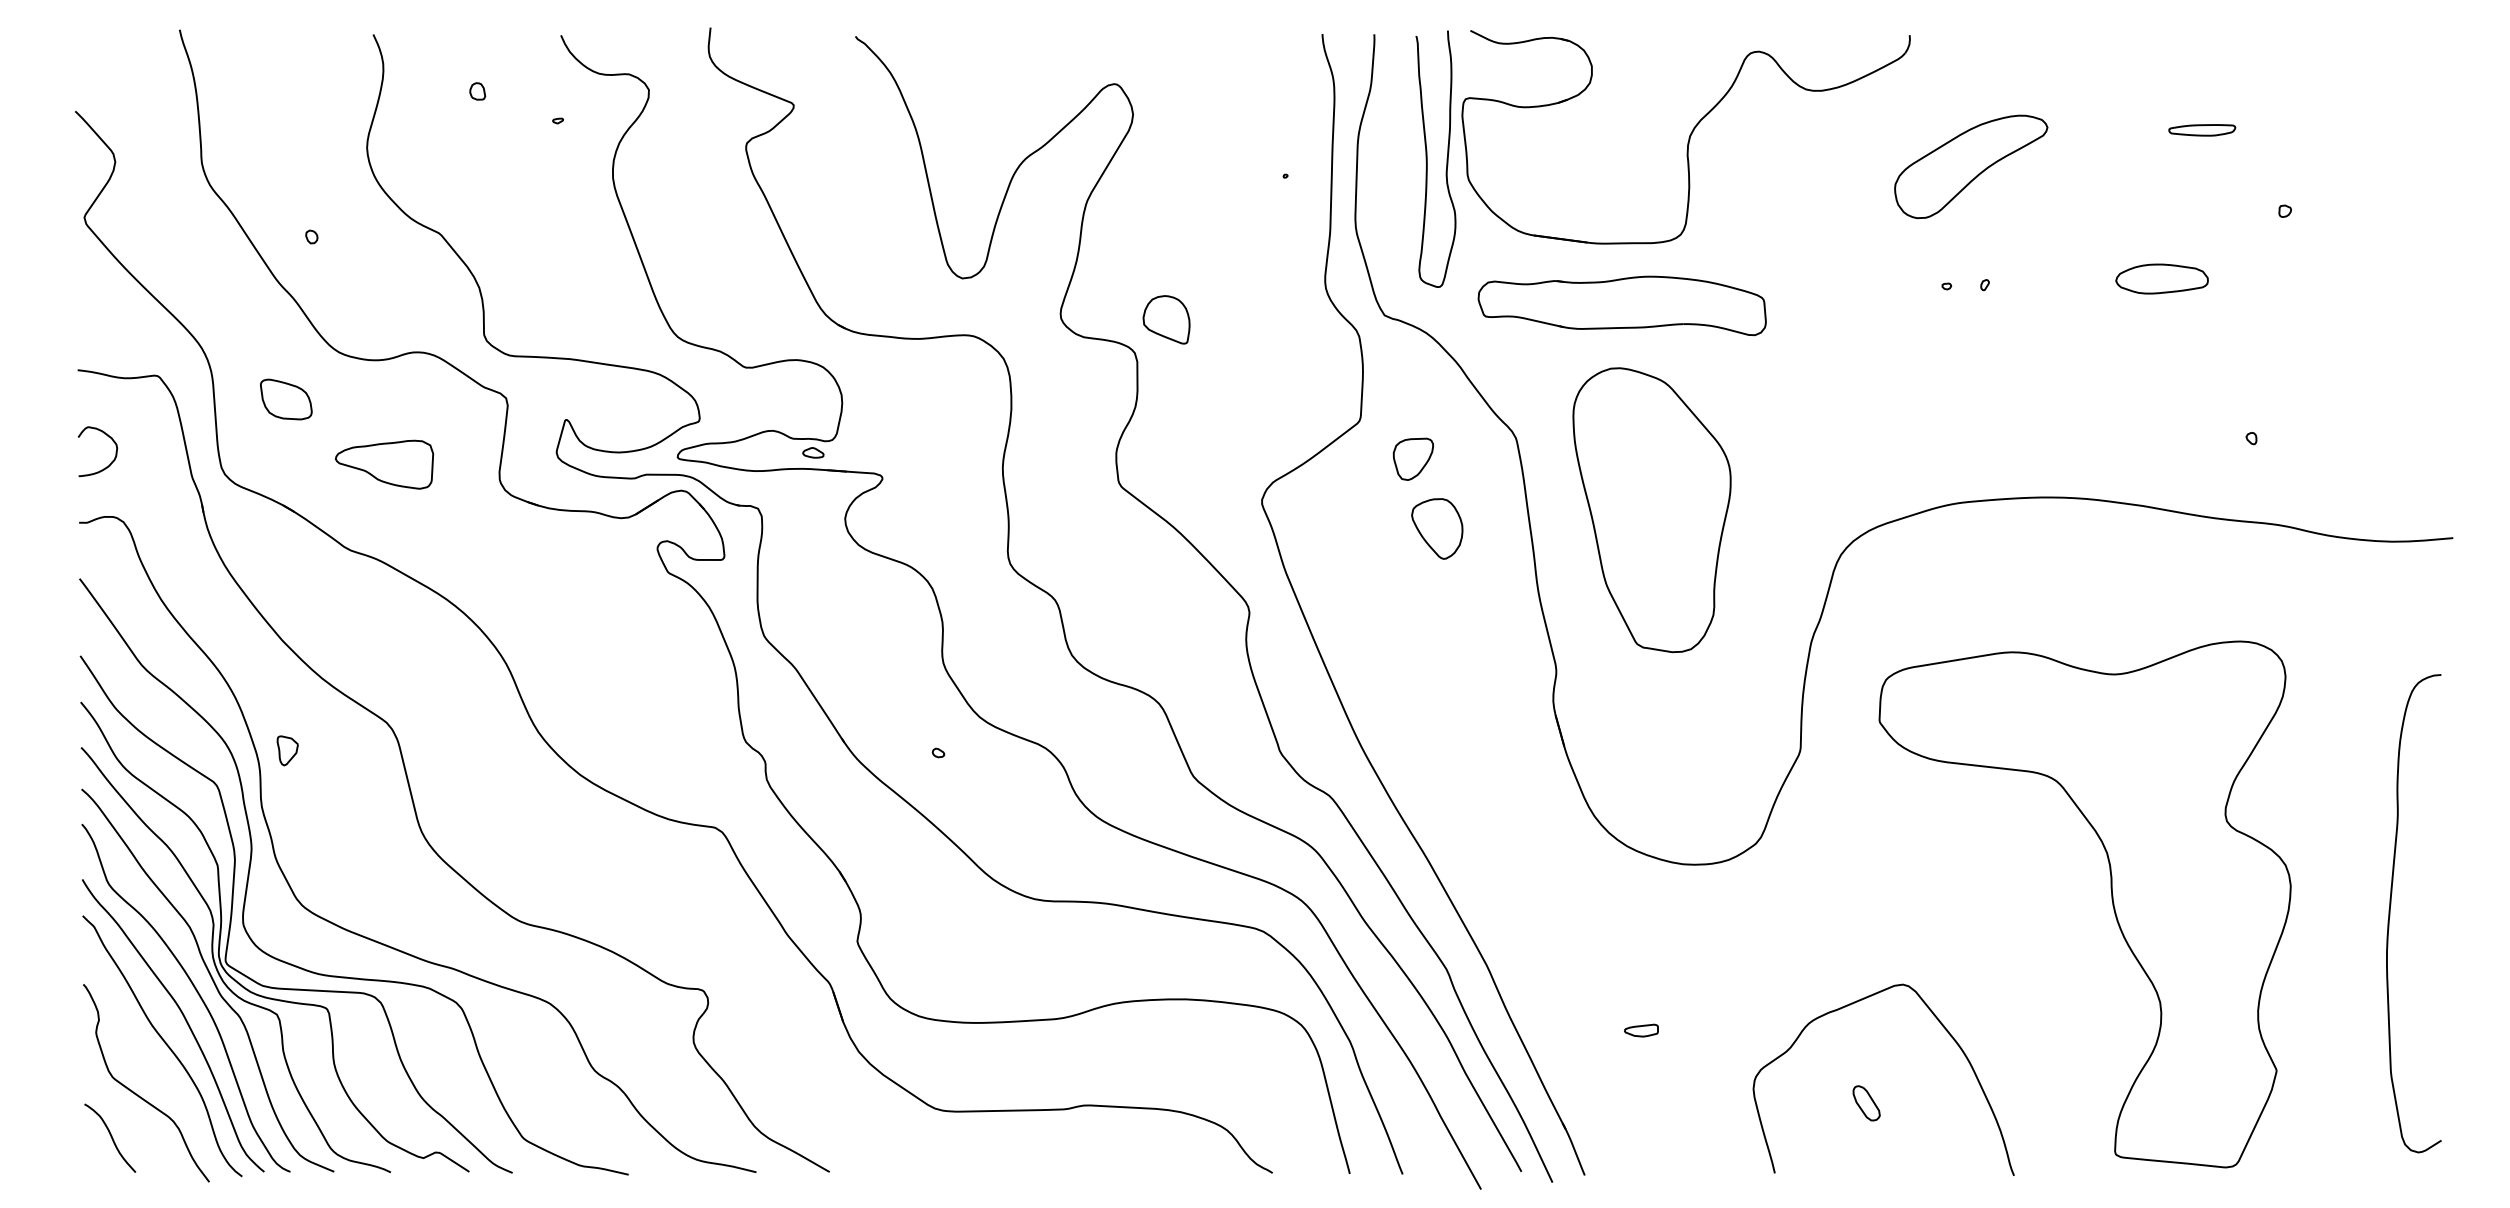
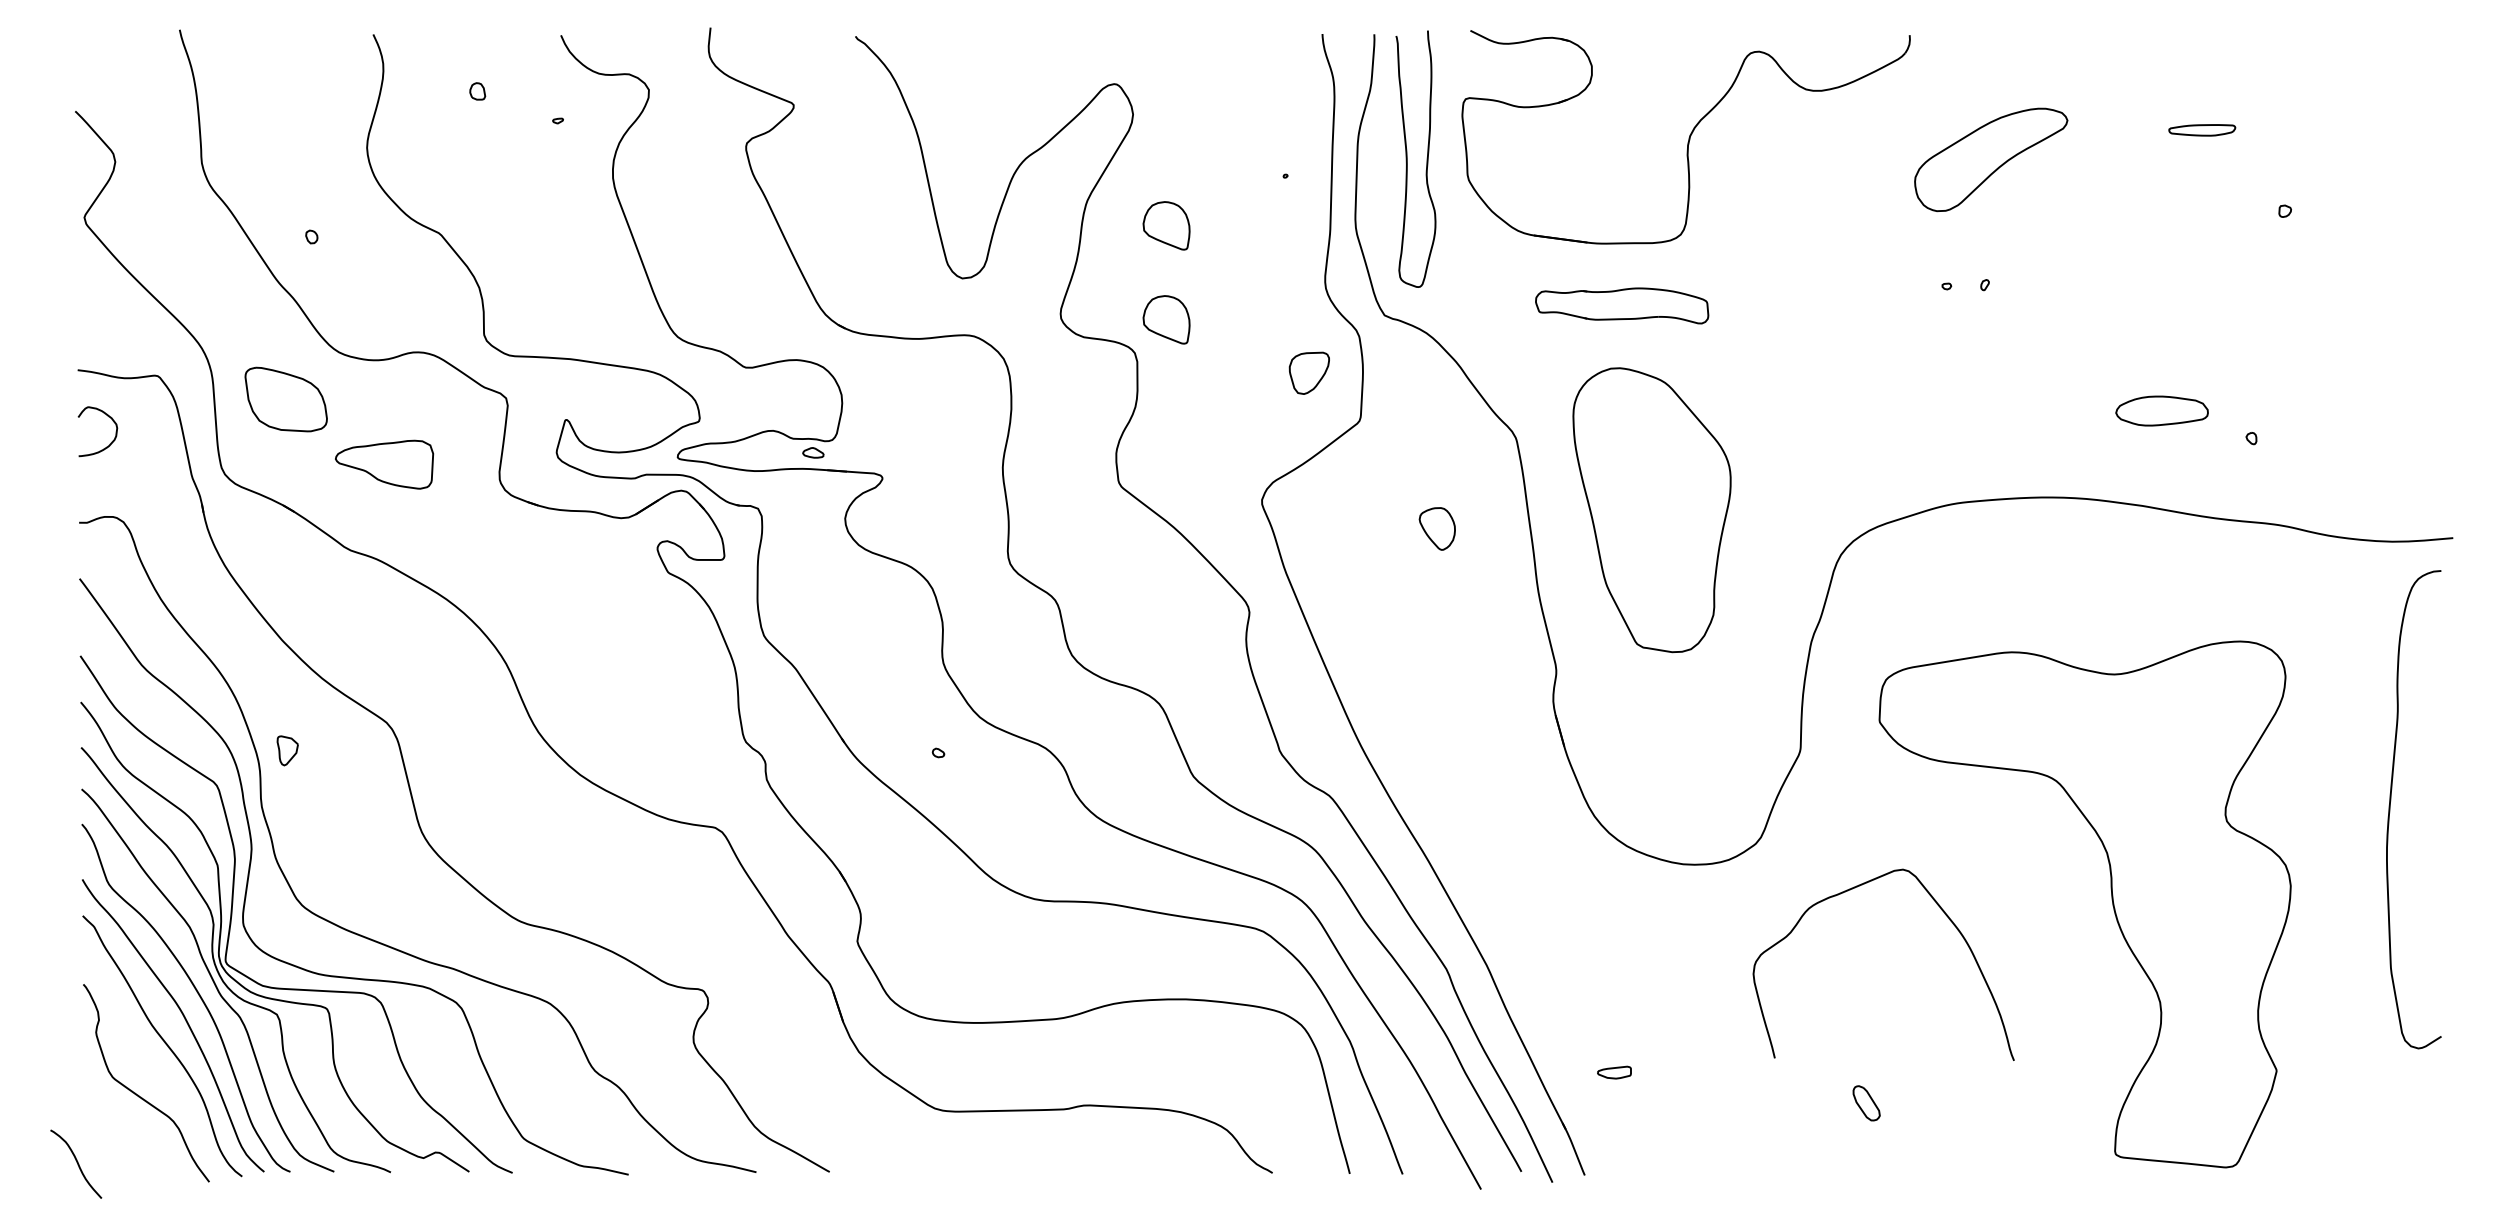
curve at (1427, 158) position: (1427, 158) -> (1407, 158)
part at (1971, 166) position: (1971, 166) -> (1991, 159)
part at (1166, 225): none -> present
part at (2161, 278) position: (2161, 278) -> (2161, 410)
part at (1621, 305) size: 290x62 px -> 175x38 px
part at (286, 399) size: 53x43 px -> 84x67 px
part at (1412, 458) position: (1412, 458) -> (1308, 372)
curve at (110, 462) position: (110, 462) -> (110, 442)
part at (1437, 528) size: 53x62 px -> 38x44 px
curve at (2390, 913) position: (2390, 913) -> (2390, 809)
part at (1641, 1030) position: (1641, 1030) -> (1614, 1072)
curve at (1945, 1030) position: (1945, 1030) -> (1945, 915)
curve at (110, 1136) position: (110, 1136) -> (76, 1162)
